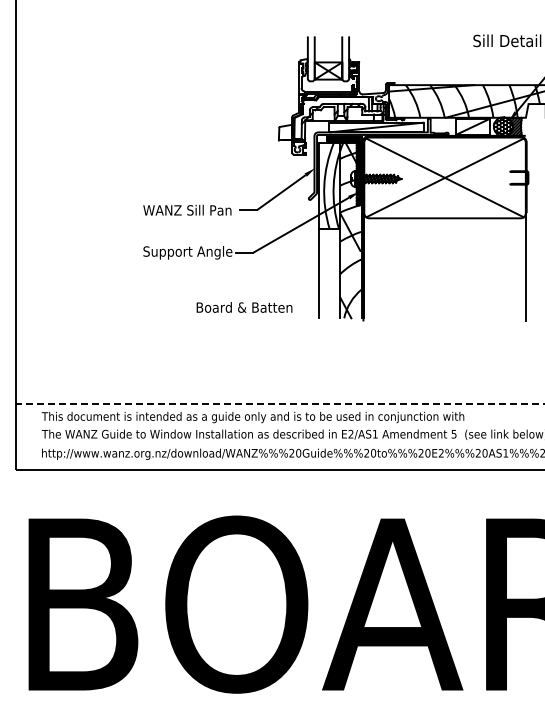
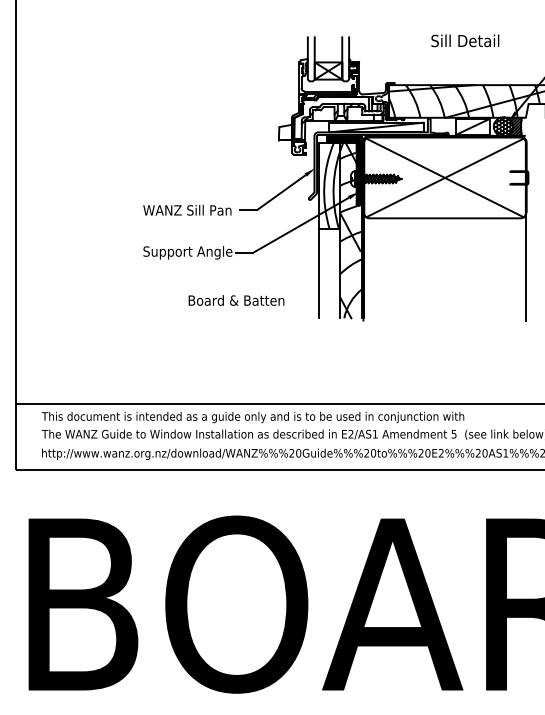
text at (507, 40) position: (507, 40) -> (465, 40)
text at (244, 307) position: (244, 307) -> (236, 300)
line at (280, 403): dashed -> solid
